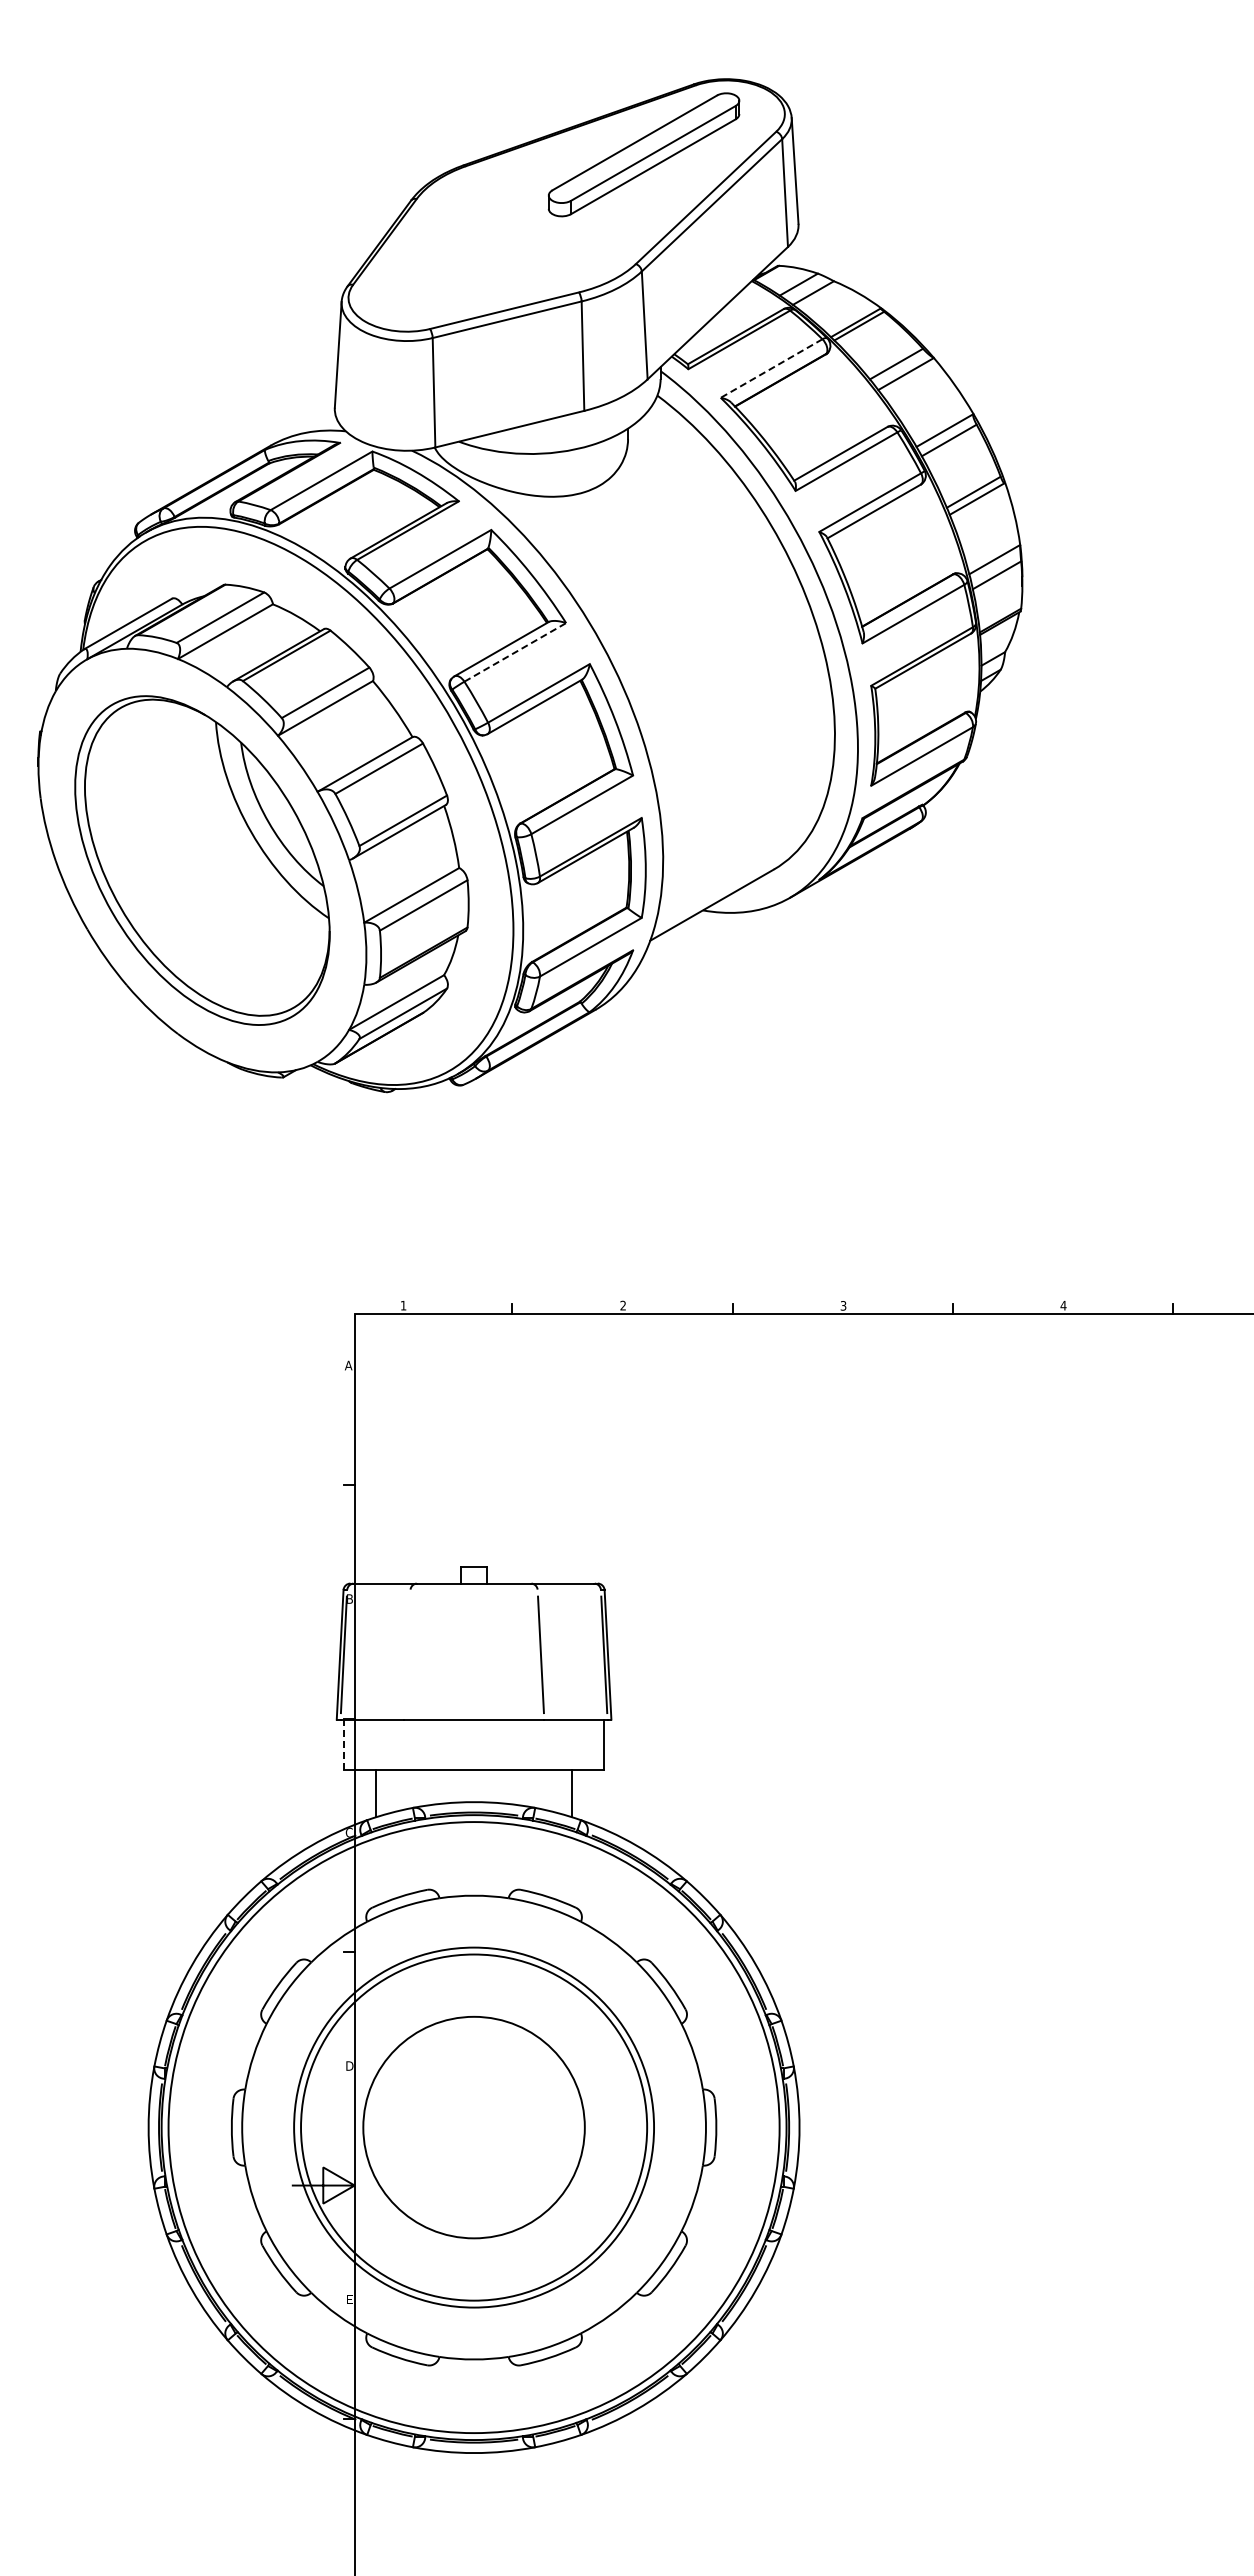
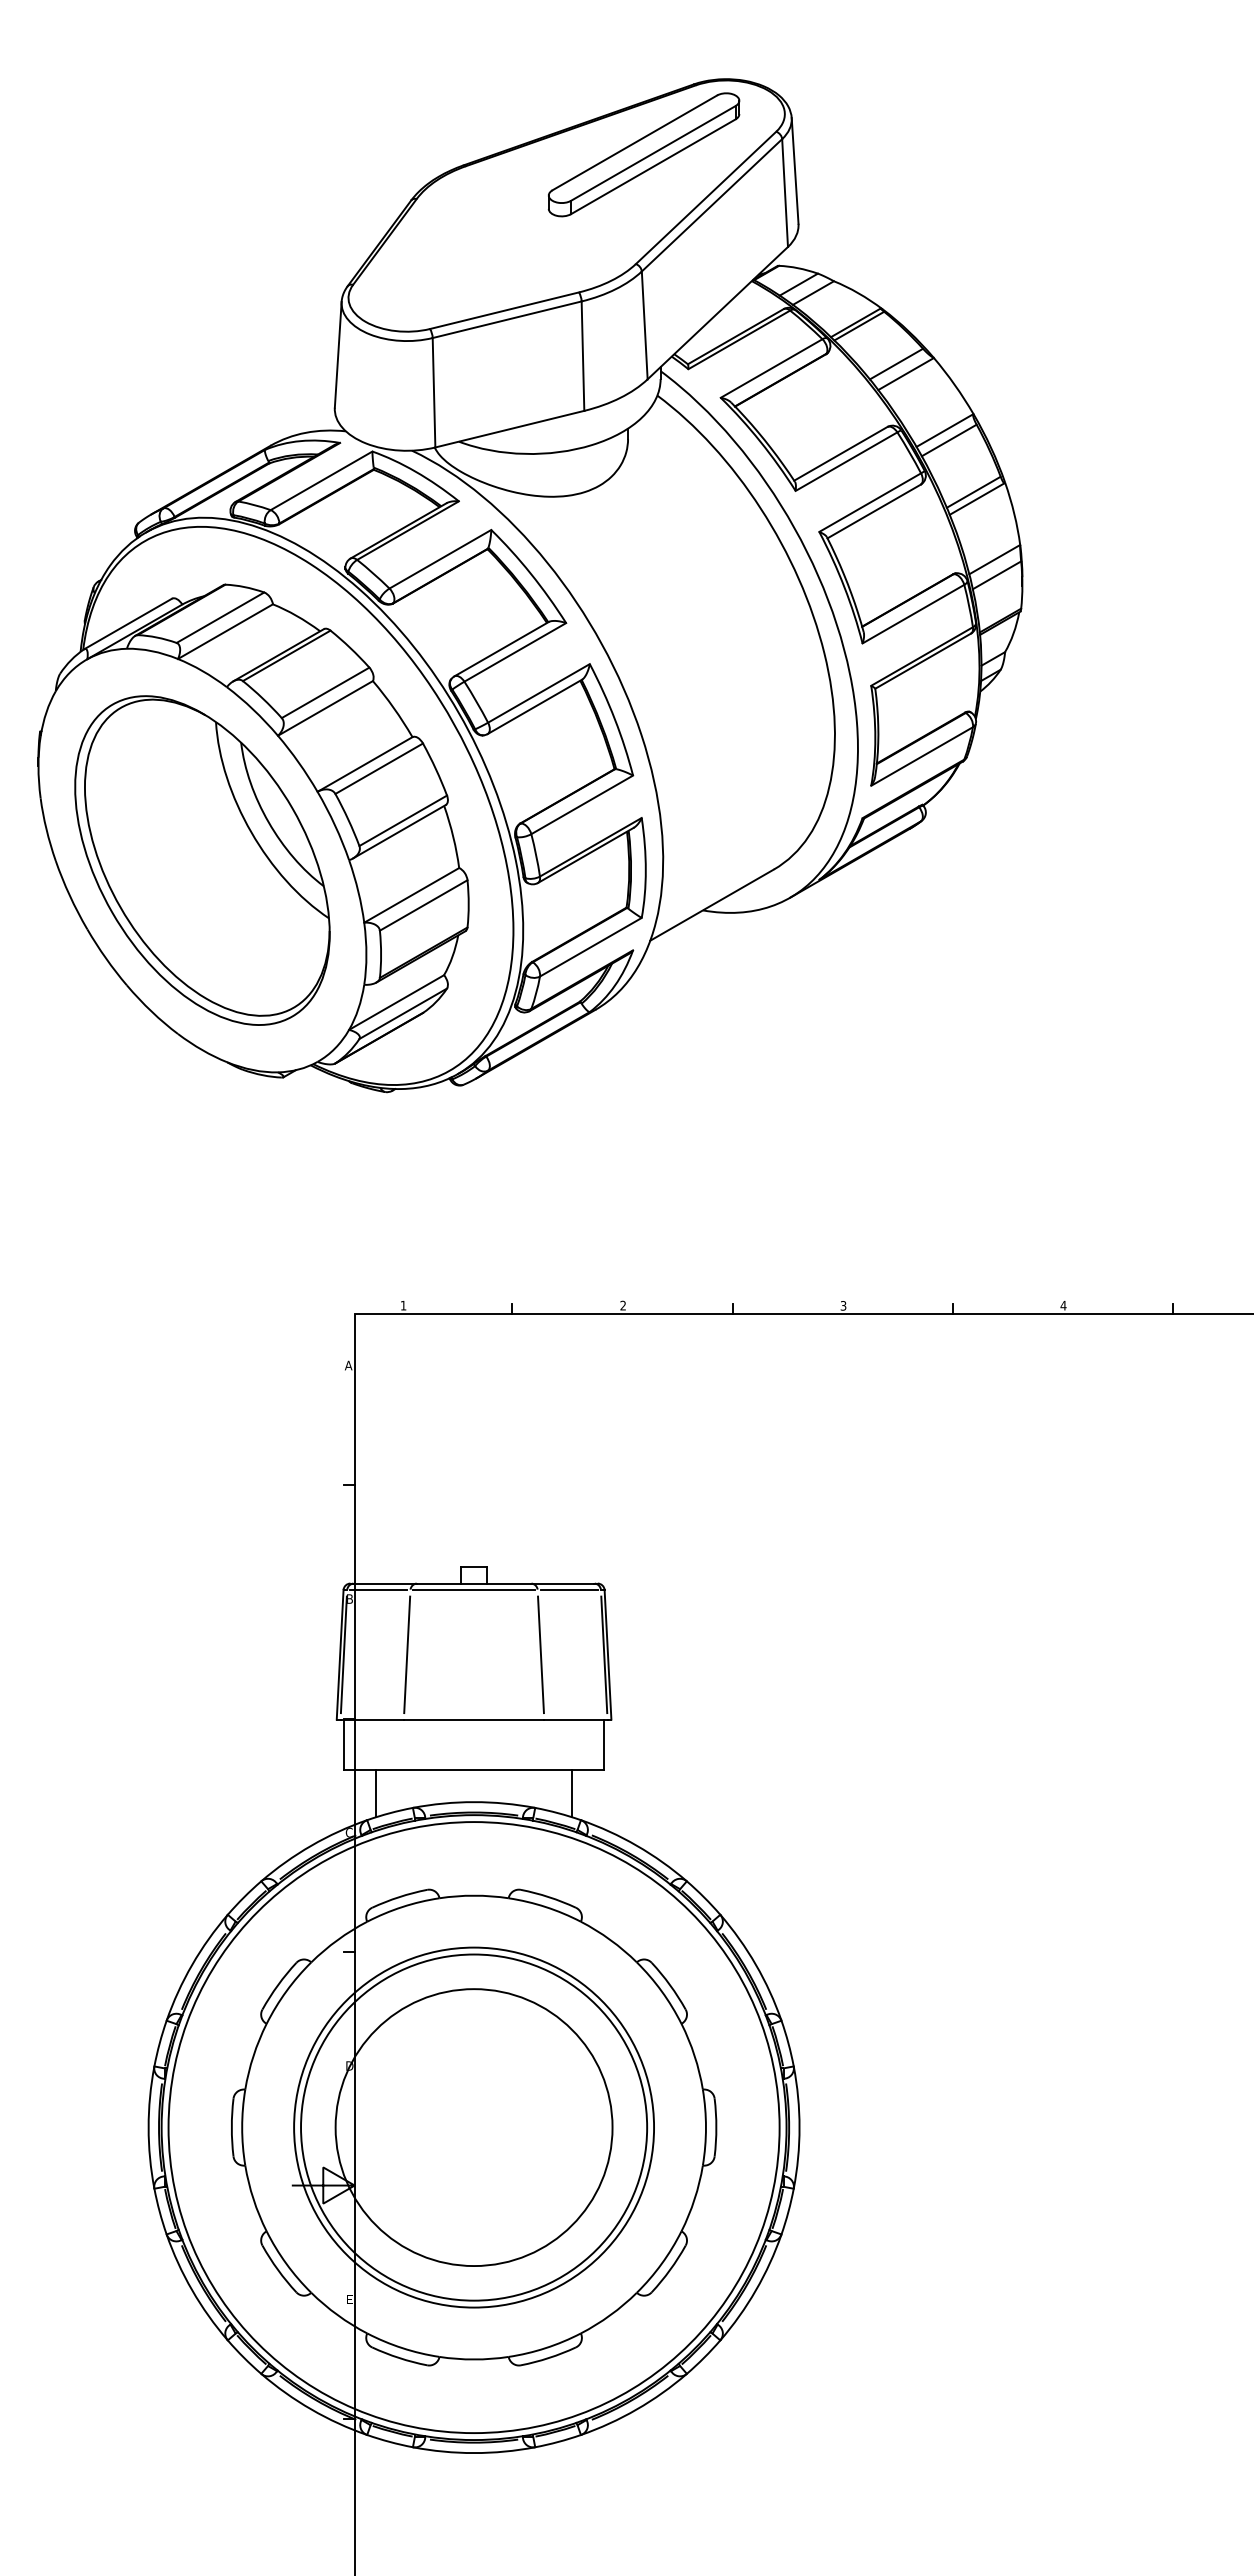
line at (771, 368): dashed -> solid
line at (515, 652): dashed -> solid
line at (378, 1590): none -> present
line at (474, 1590): none -> present
line at (568, 1590): none -> present
line at (407, 1654): none -> present
line at (343, 1744): dashed -> solid
circle at (473, 2127) diameter: 222 px -> 277 px
